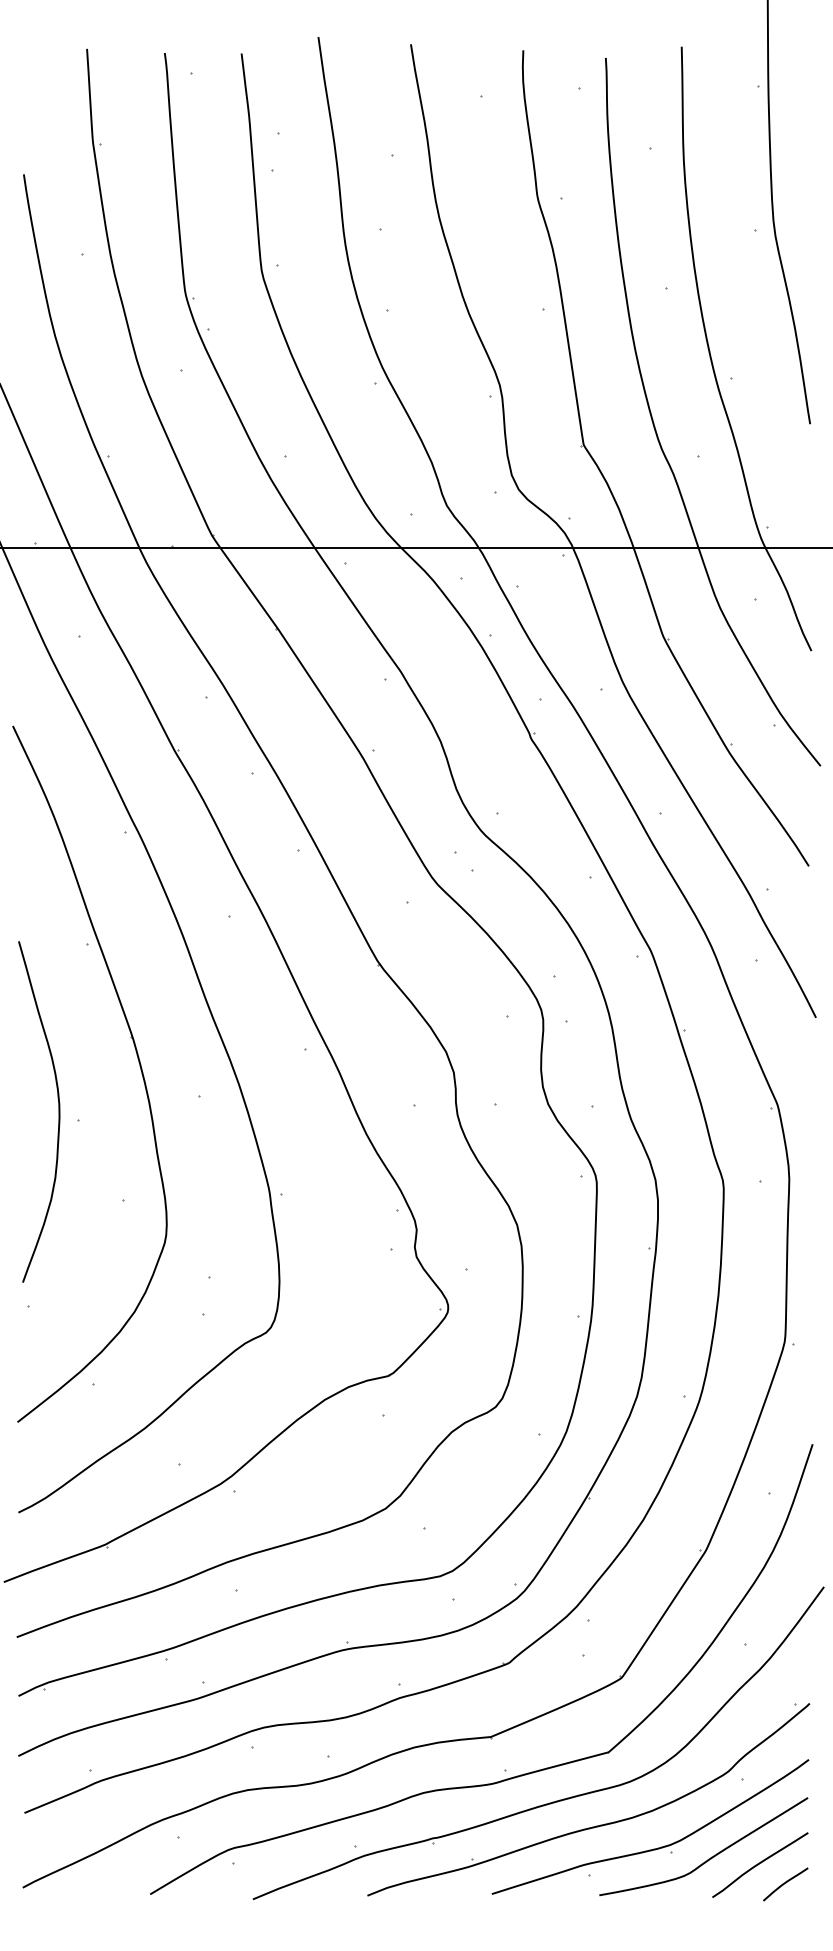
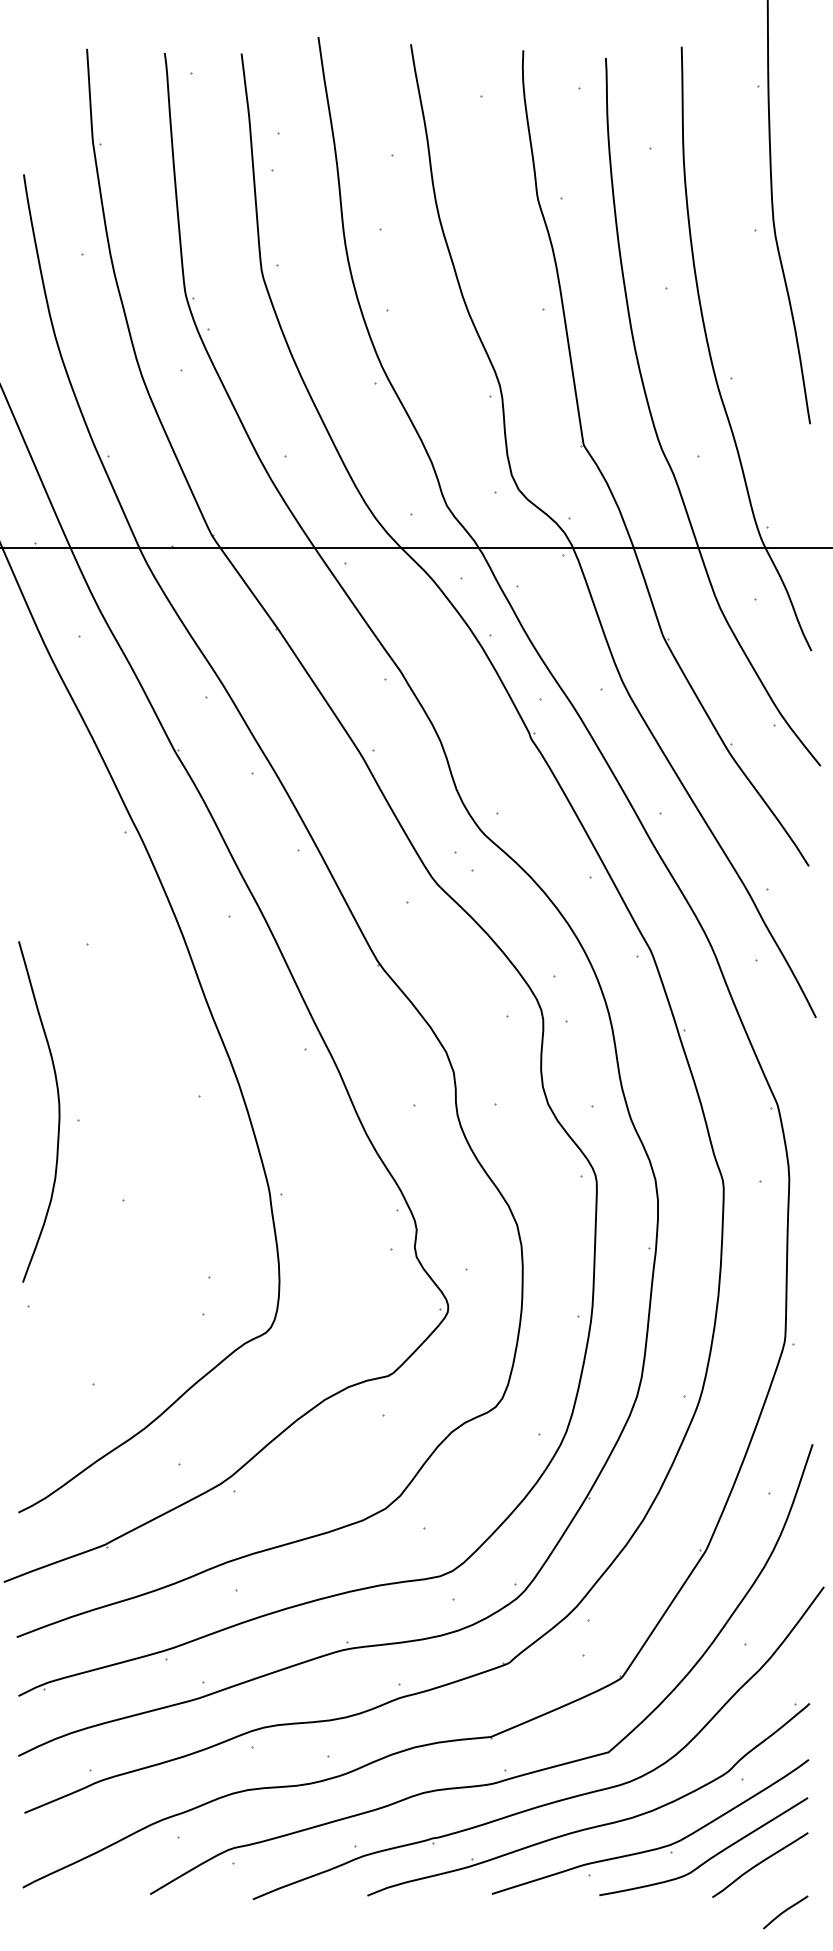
part at (138, 1062): present -> none
curve at (785, 1883) position: (785, 1883) -> (785, 1911)
